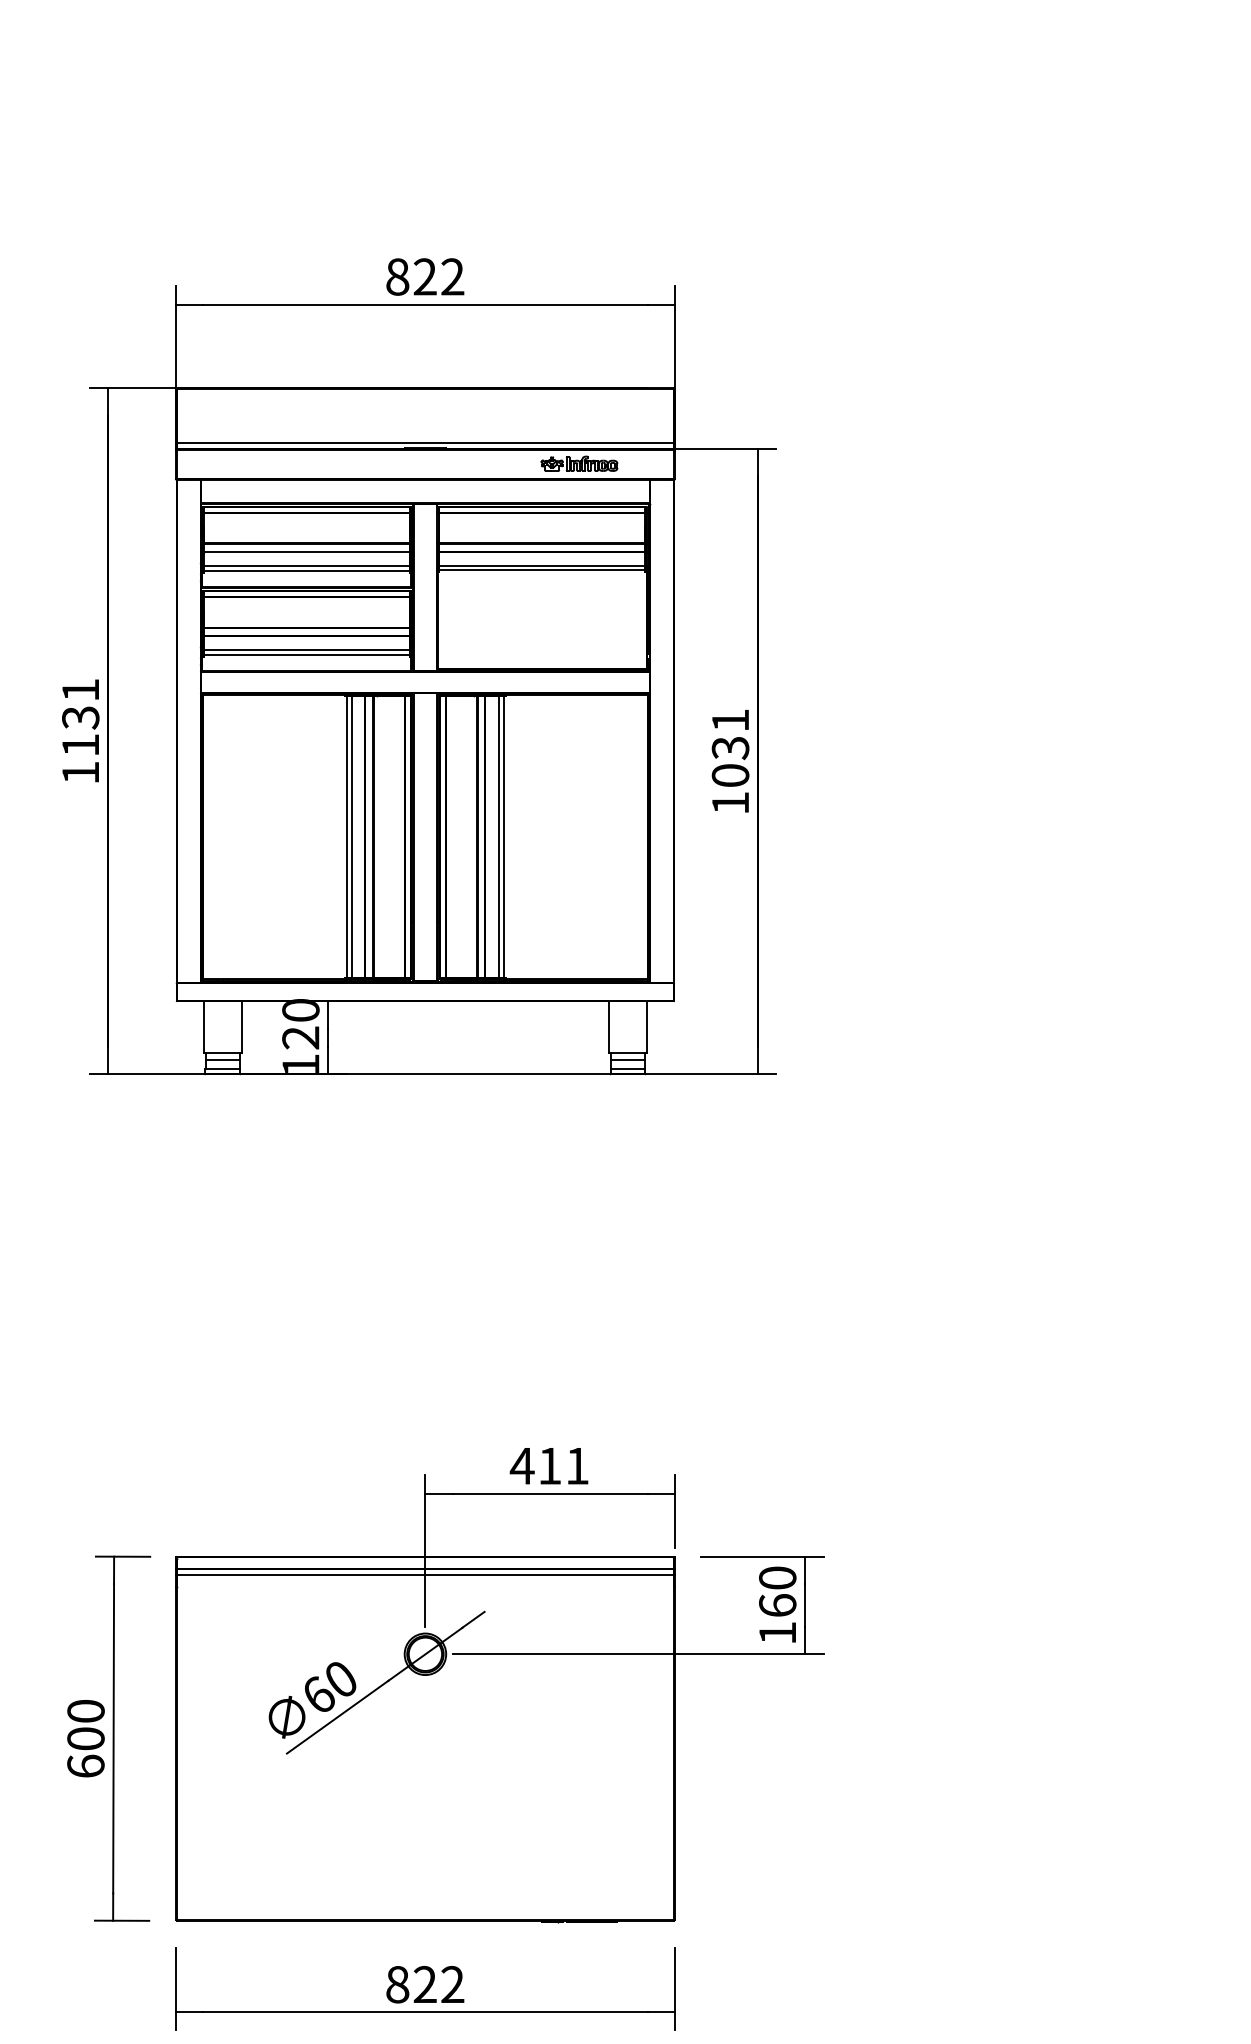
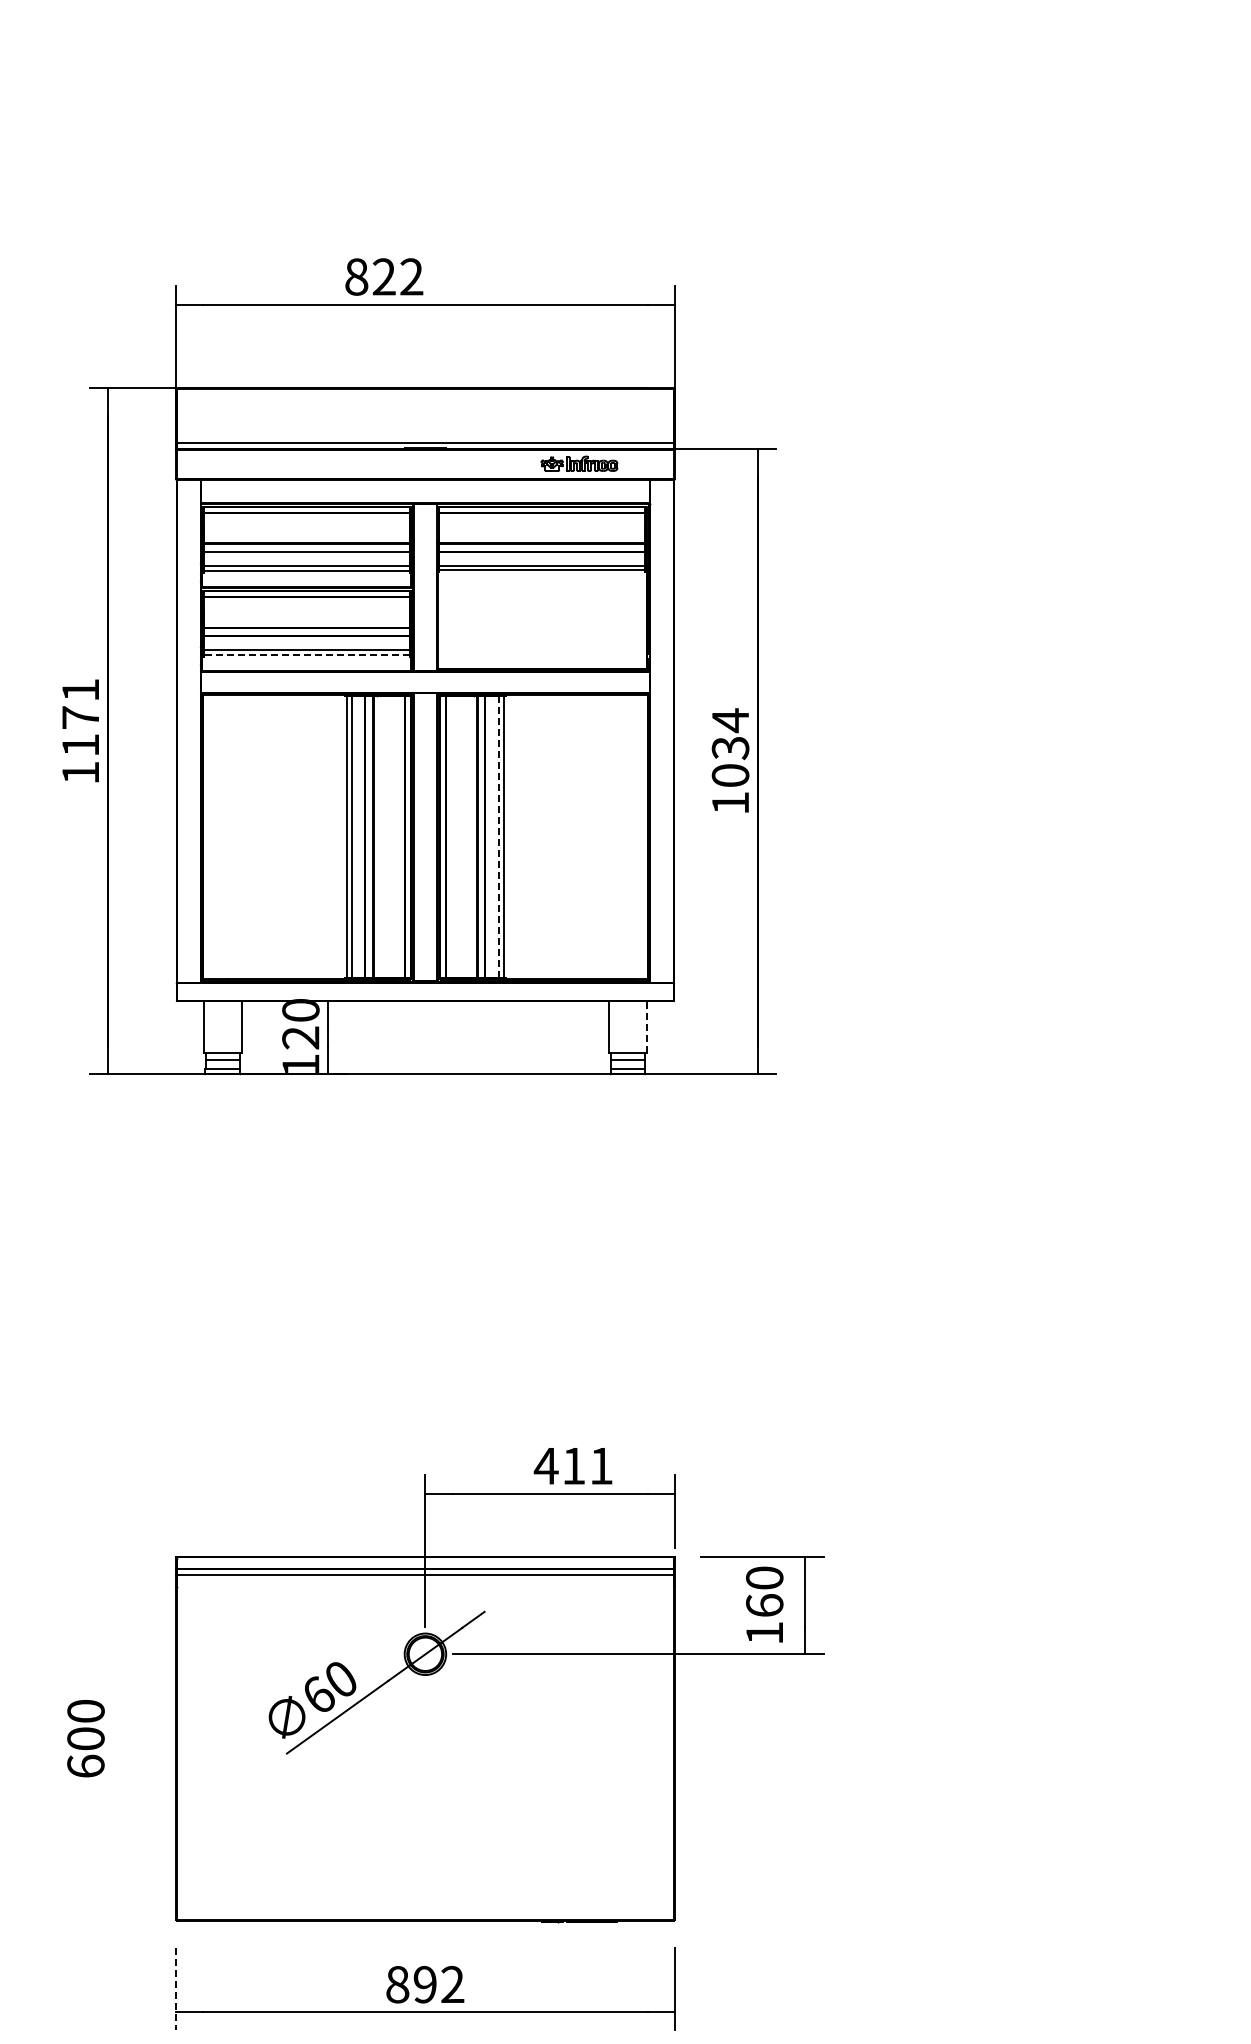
text at (425, 276) position: (425, 276) -> (384, 276)
line at (306, 654): solid -> dashed
text at (80, 717): 1131 -> 1171
text at (730, 720): 1031 -> 1034
line at (499, 837): solid -> dashed
line at (647, 1027): solid -> dashed
text at (548, 1466) position: (548, 1466) -> (572, 1466)
text at (777, 1604) position: (777, 1604) -> (764, 1604)
part at (114, 1738): present -> none
text at (424, 1984): 822 -> 892
line at (176, 1989): solid -> dashed
